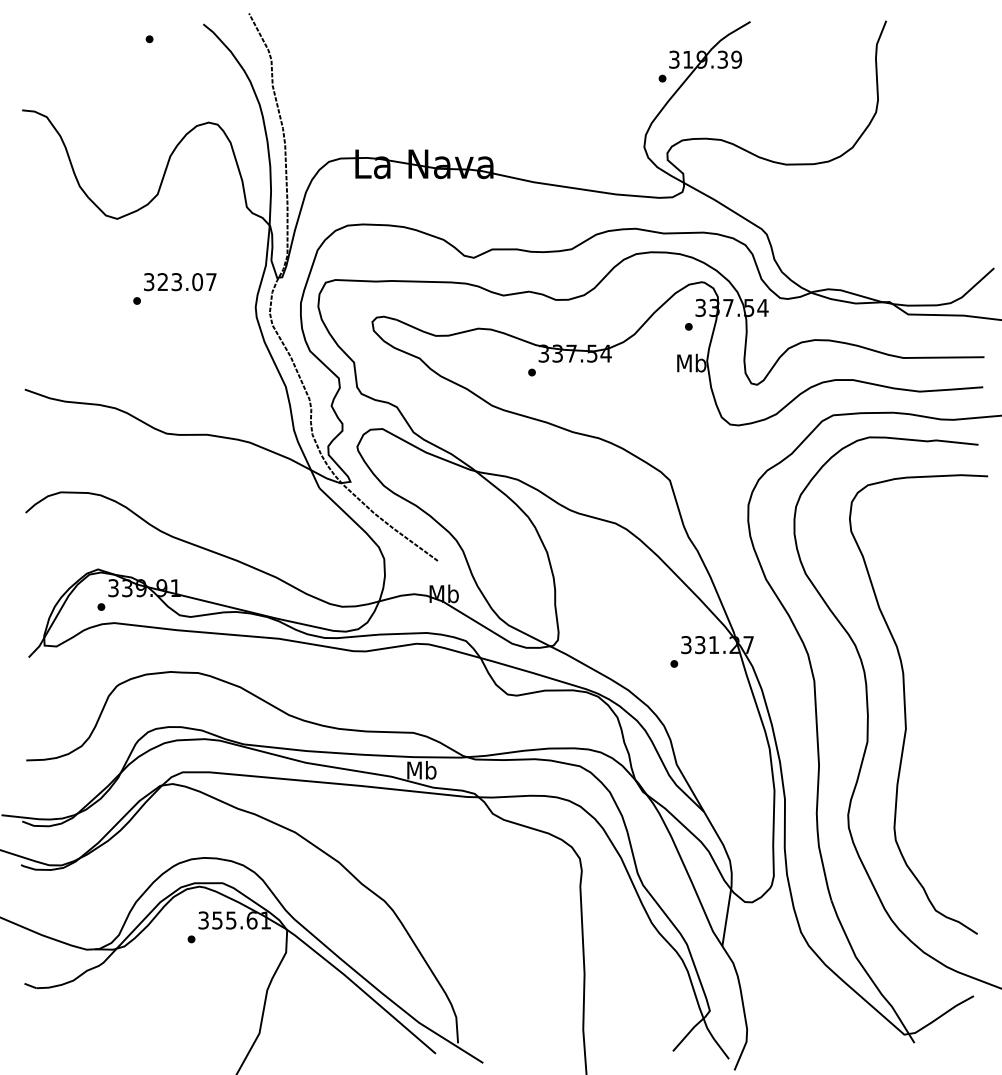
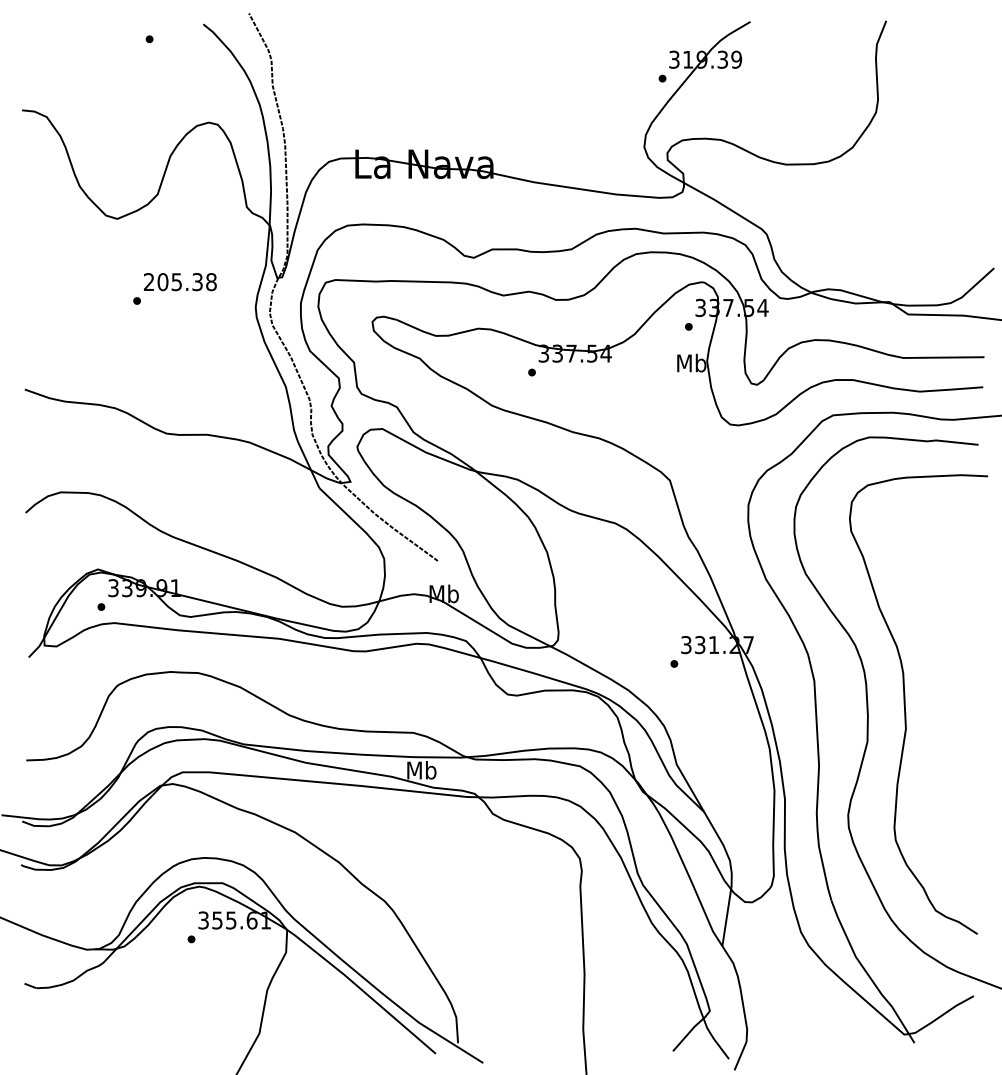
text at (180, 282): 323.07 -> 205.38
